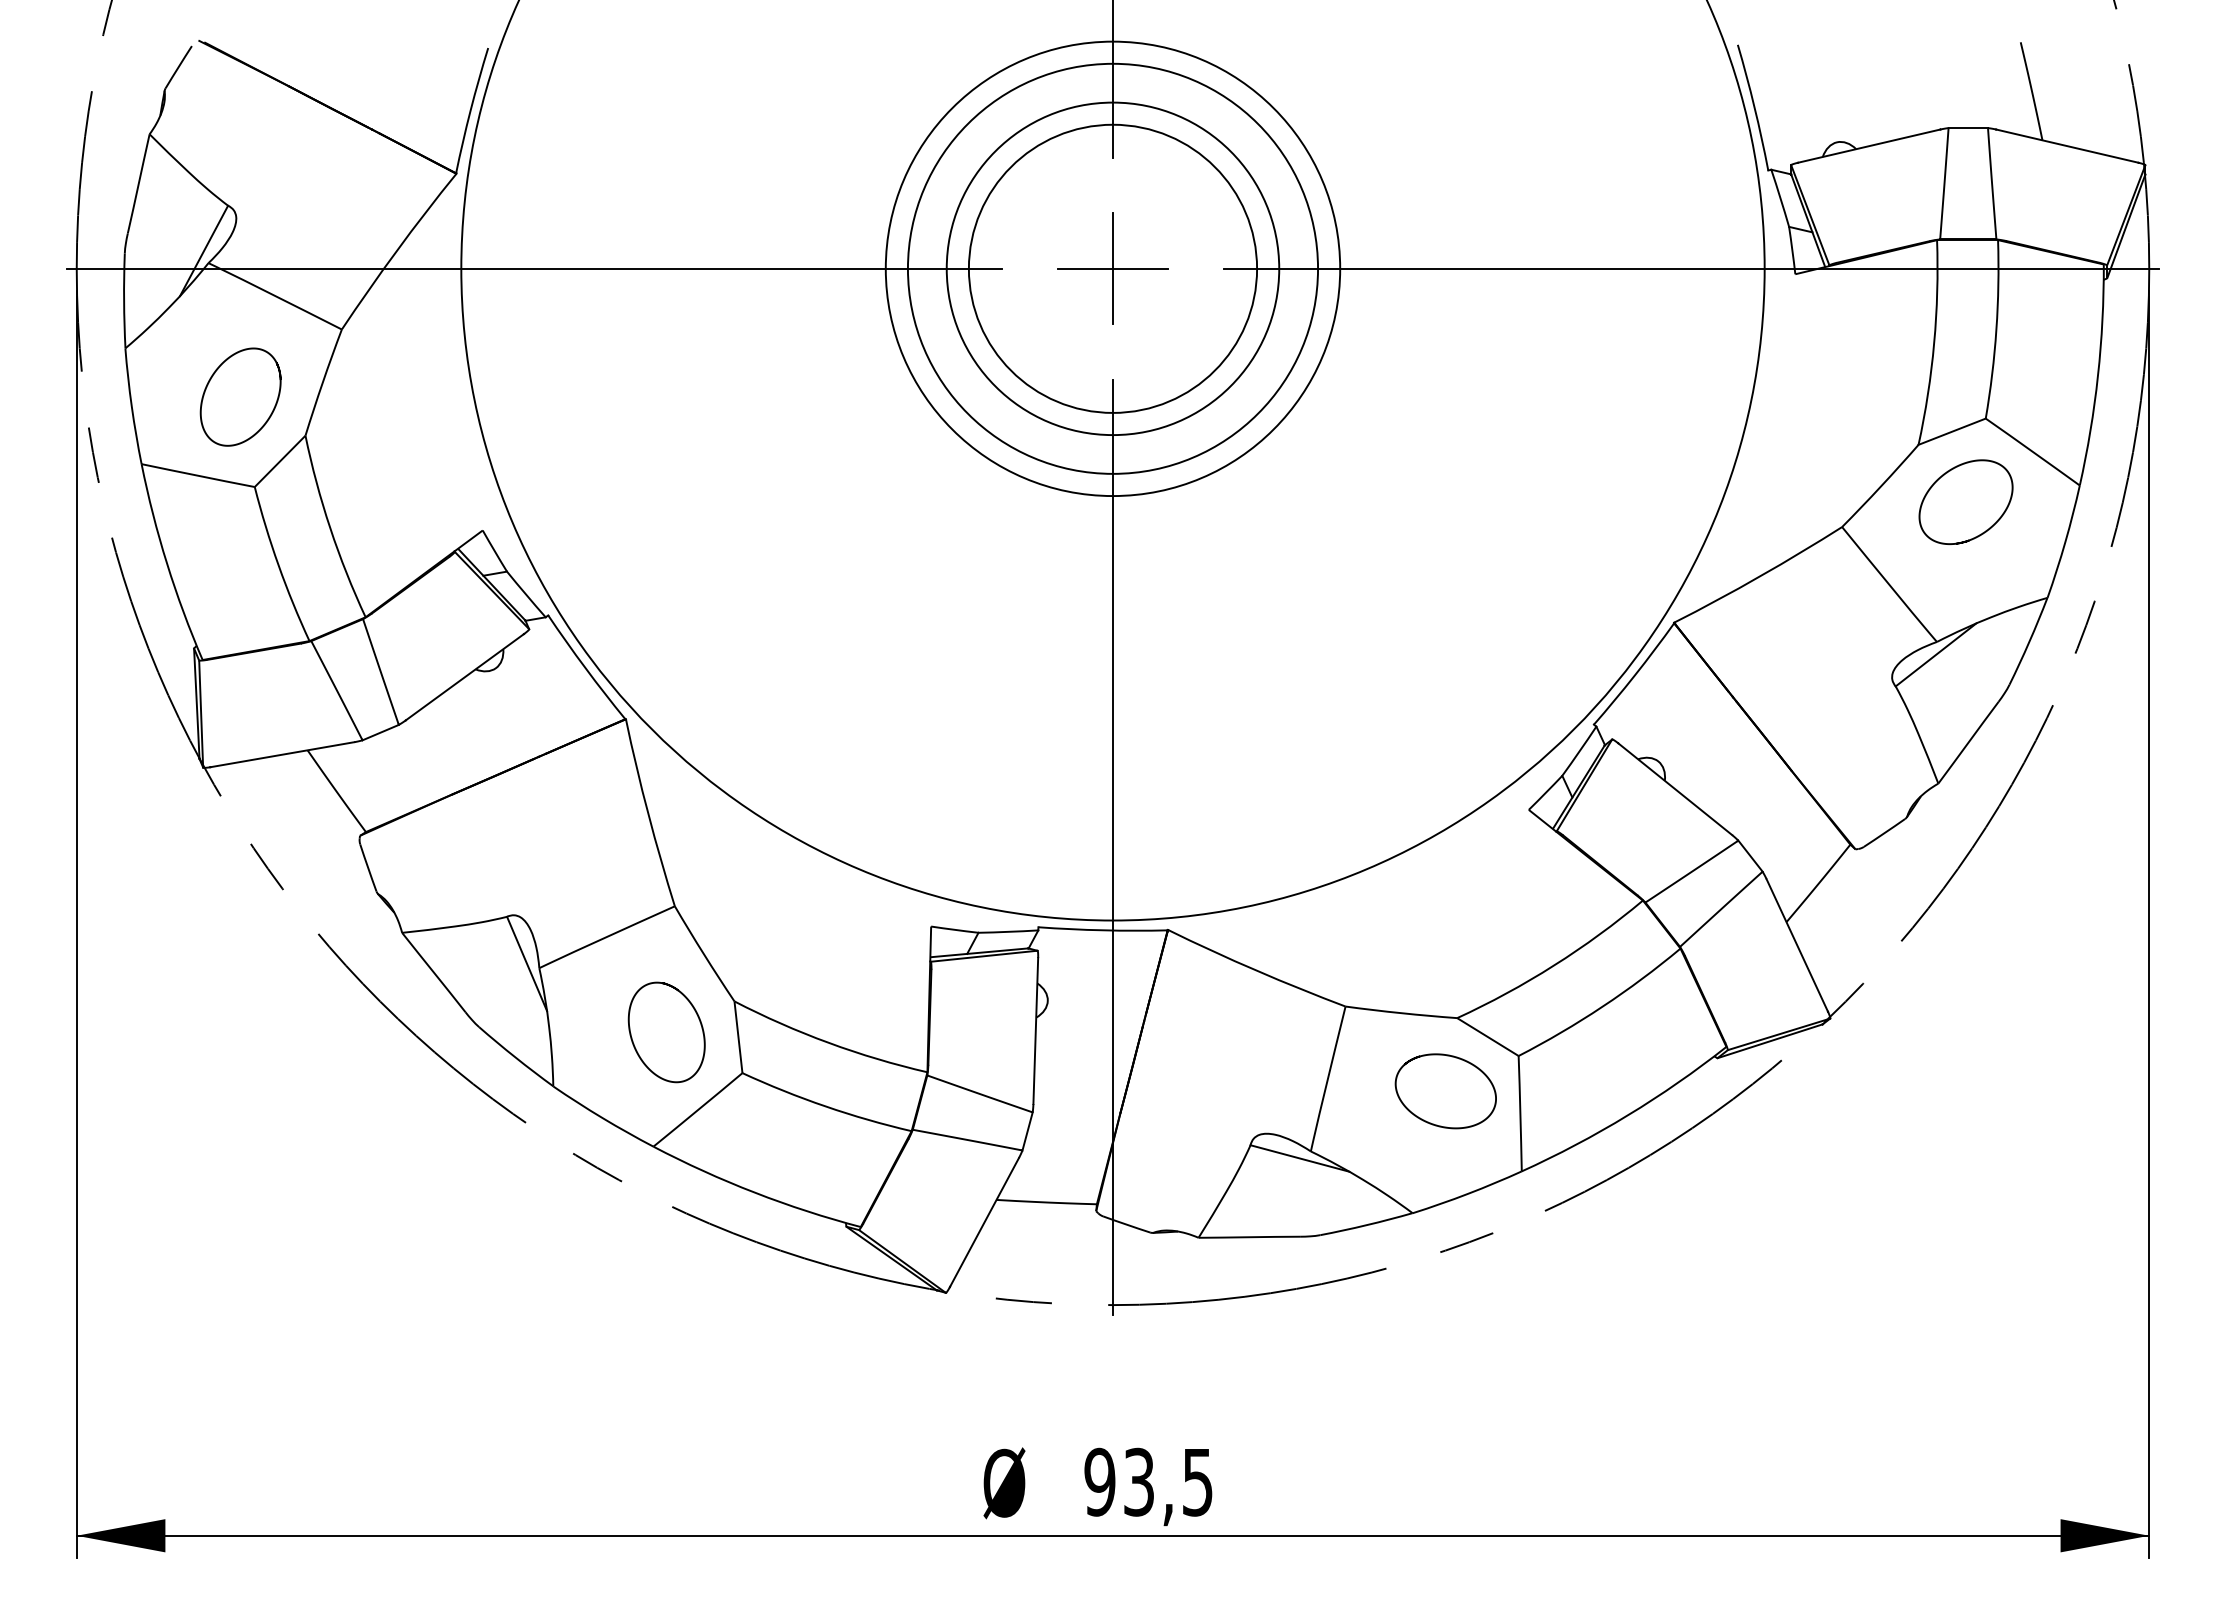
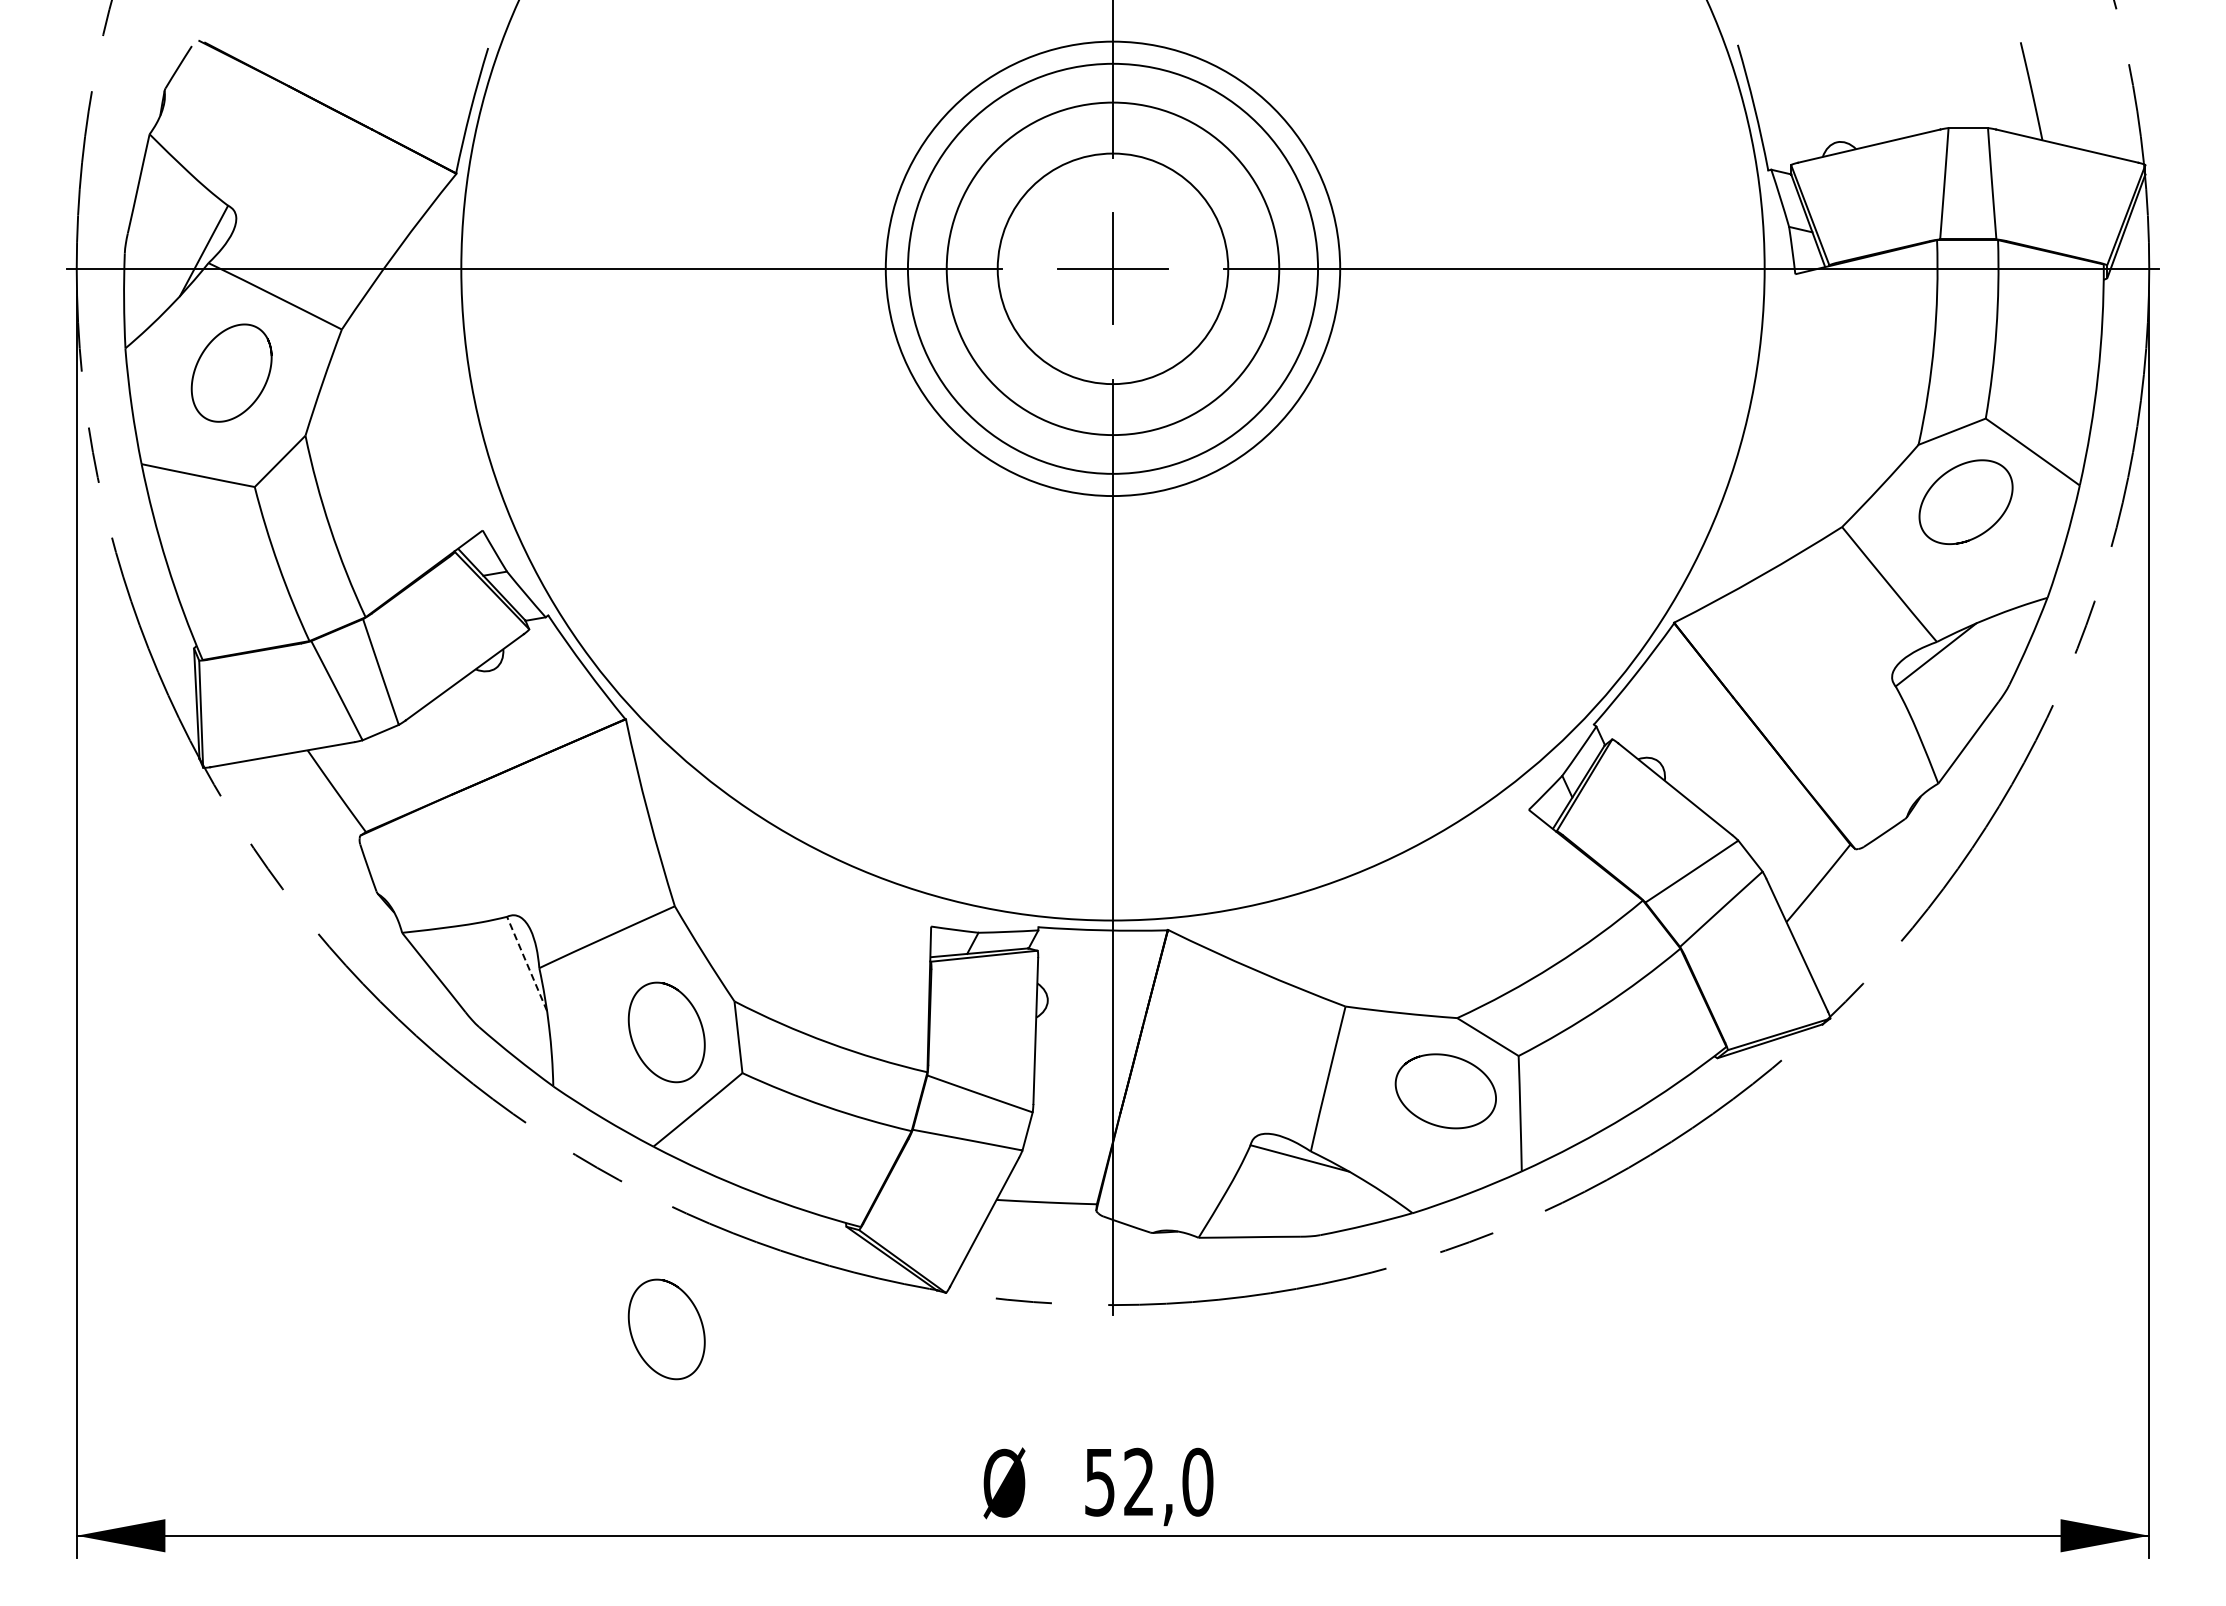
circle at (1112, 268) diameter: 288 px -> 231 px
curve at (210, 381) position: (210, 381) -> (201, 357)
line at (526, 963): solid -> dashed
curve at (634, 1340): none -> present
text at (1148, 1481): 93,5 -> 52,0
